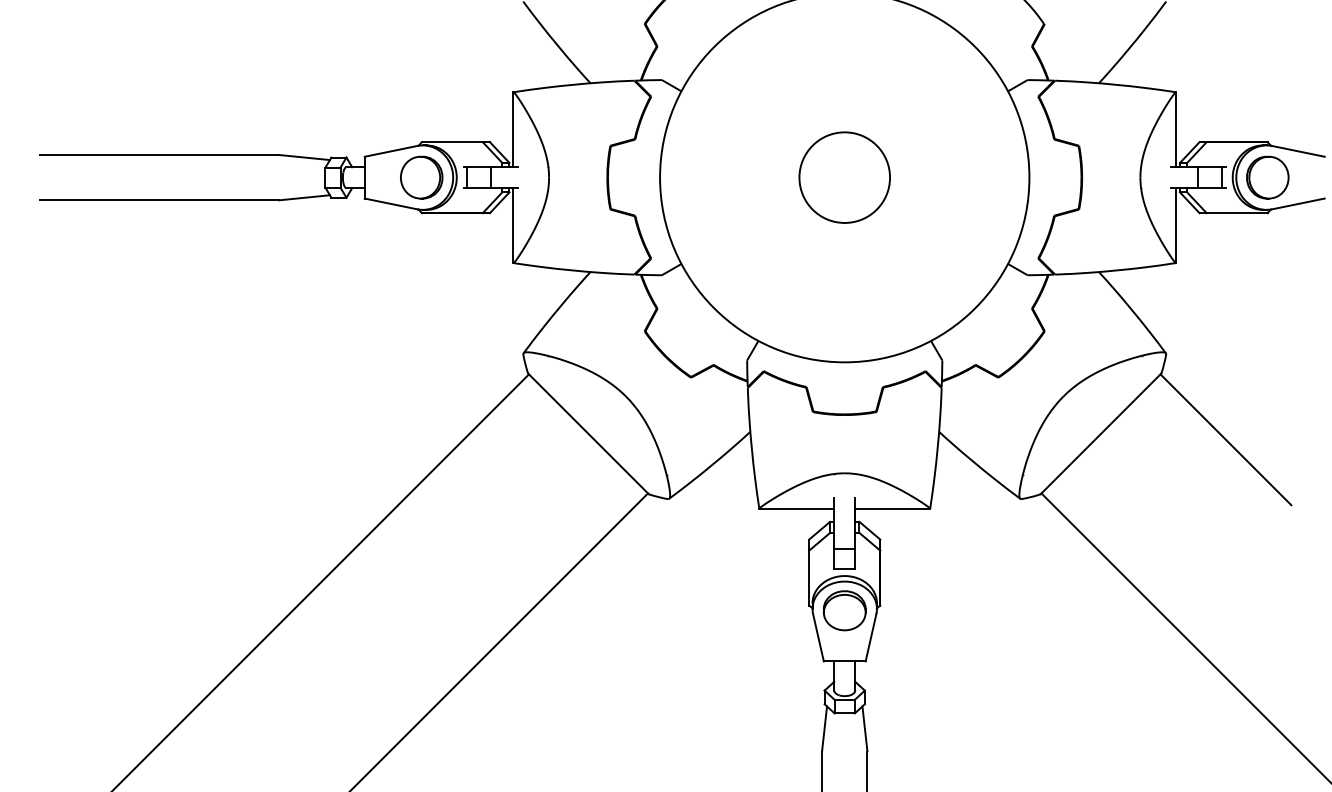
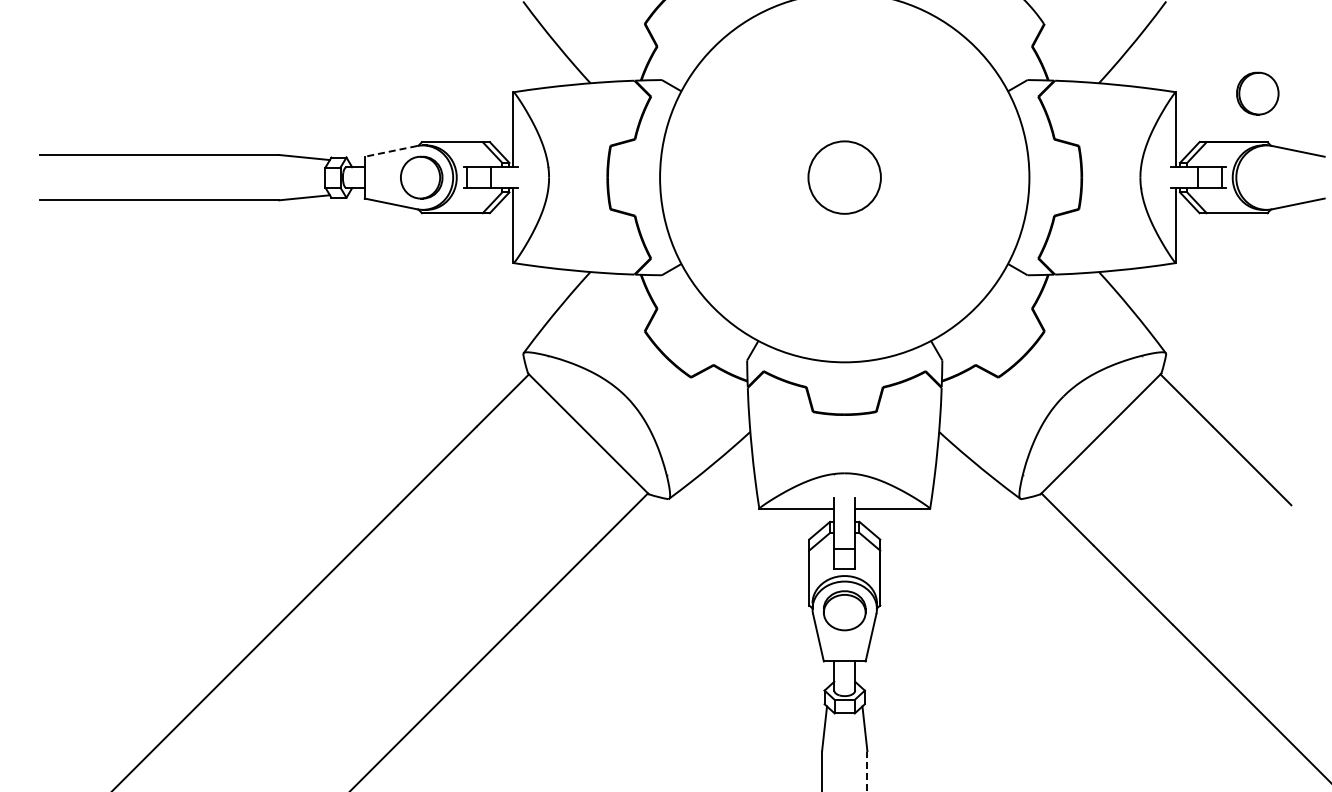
line at (390, 151): solid -> dashed
circle at (844, 177) size: 93x93 px -> 75x75 px
part at (1267, 177) position: (1267, 177) -> (1257, 93)
line at (867, 771): solid -> dashed
